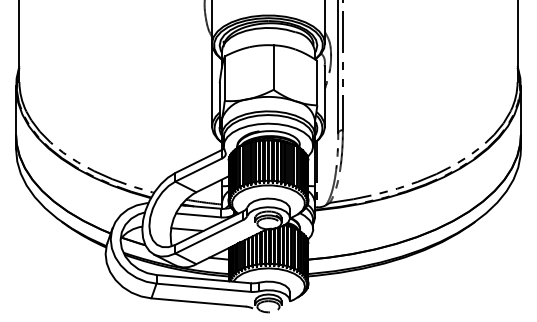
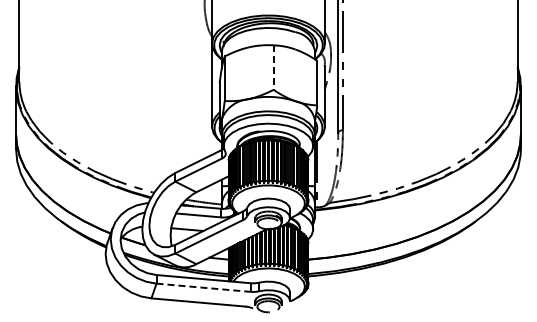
line at (273, 68): solid -> dashed
line at (204, 287): solid -> dashed
